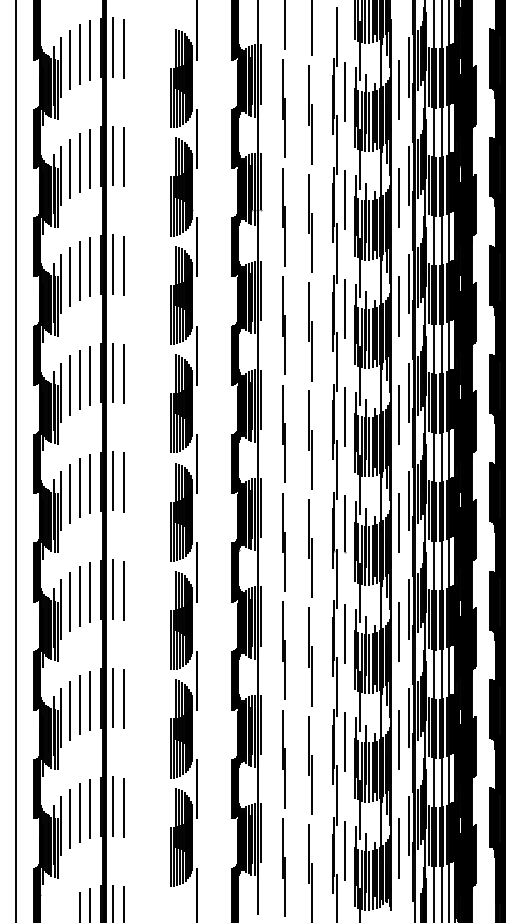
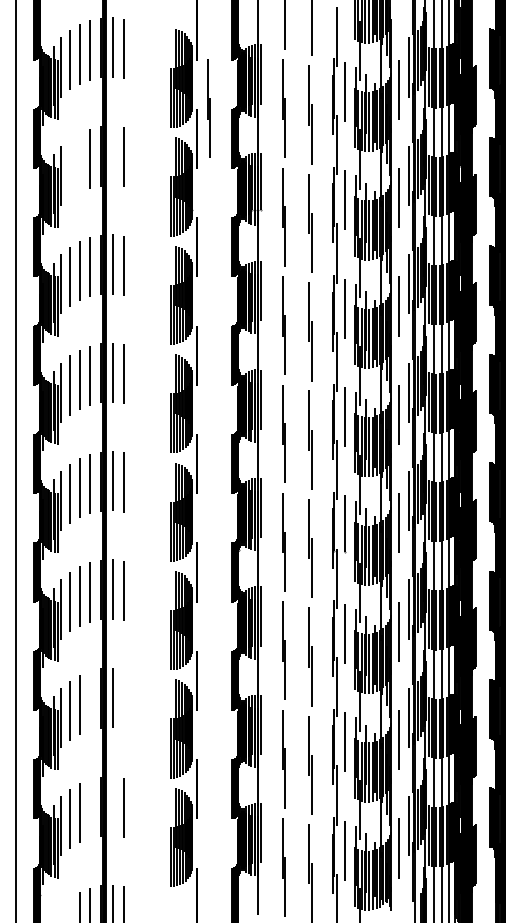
part at (208, 108): none -> present
line at (112, 155): present -> none
line at (79, 162): present -> none
line at (69, 168): present -> none
line at (123, 698): present -> none
line at (89, 700): present -> none
line at (112, 806): present -> none
line at (90, 809): present -> none
